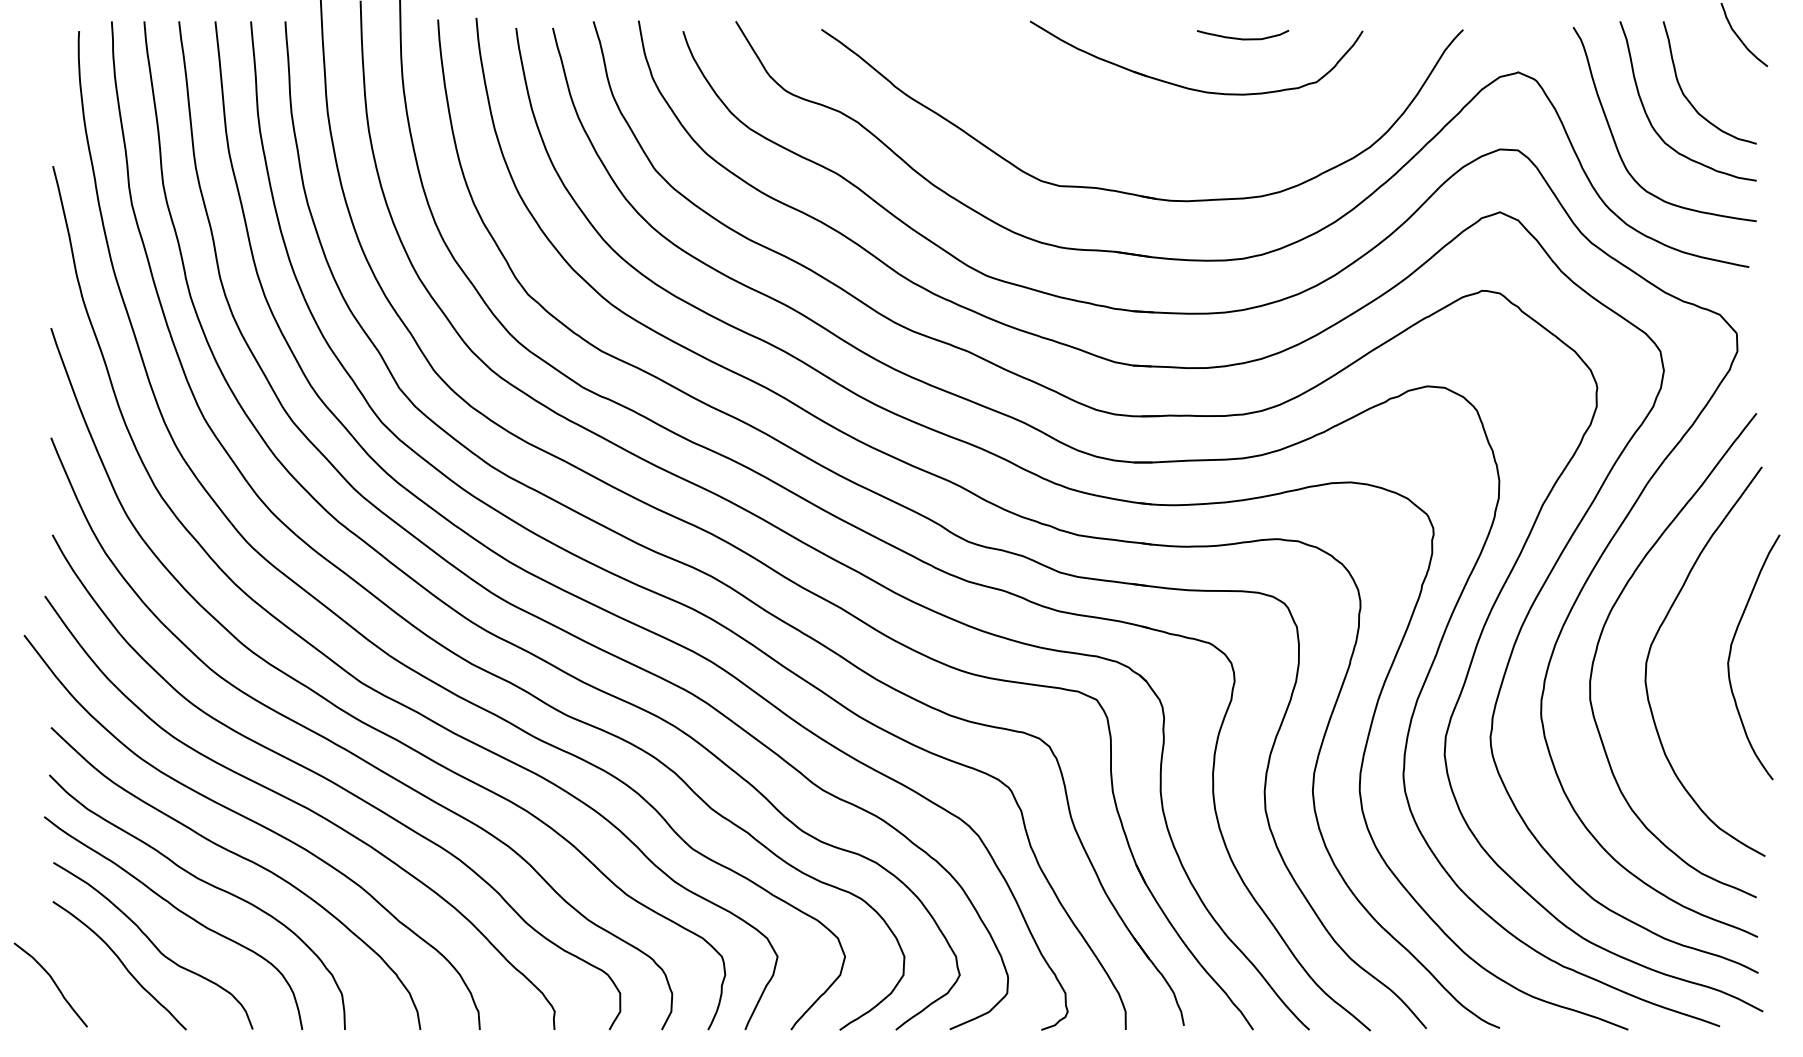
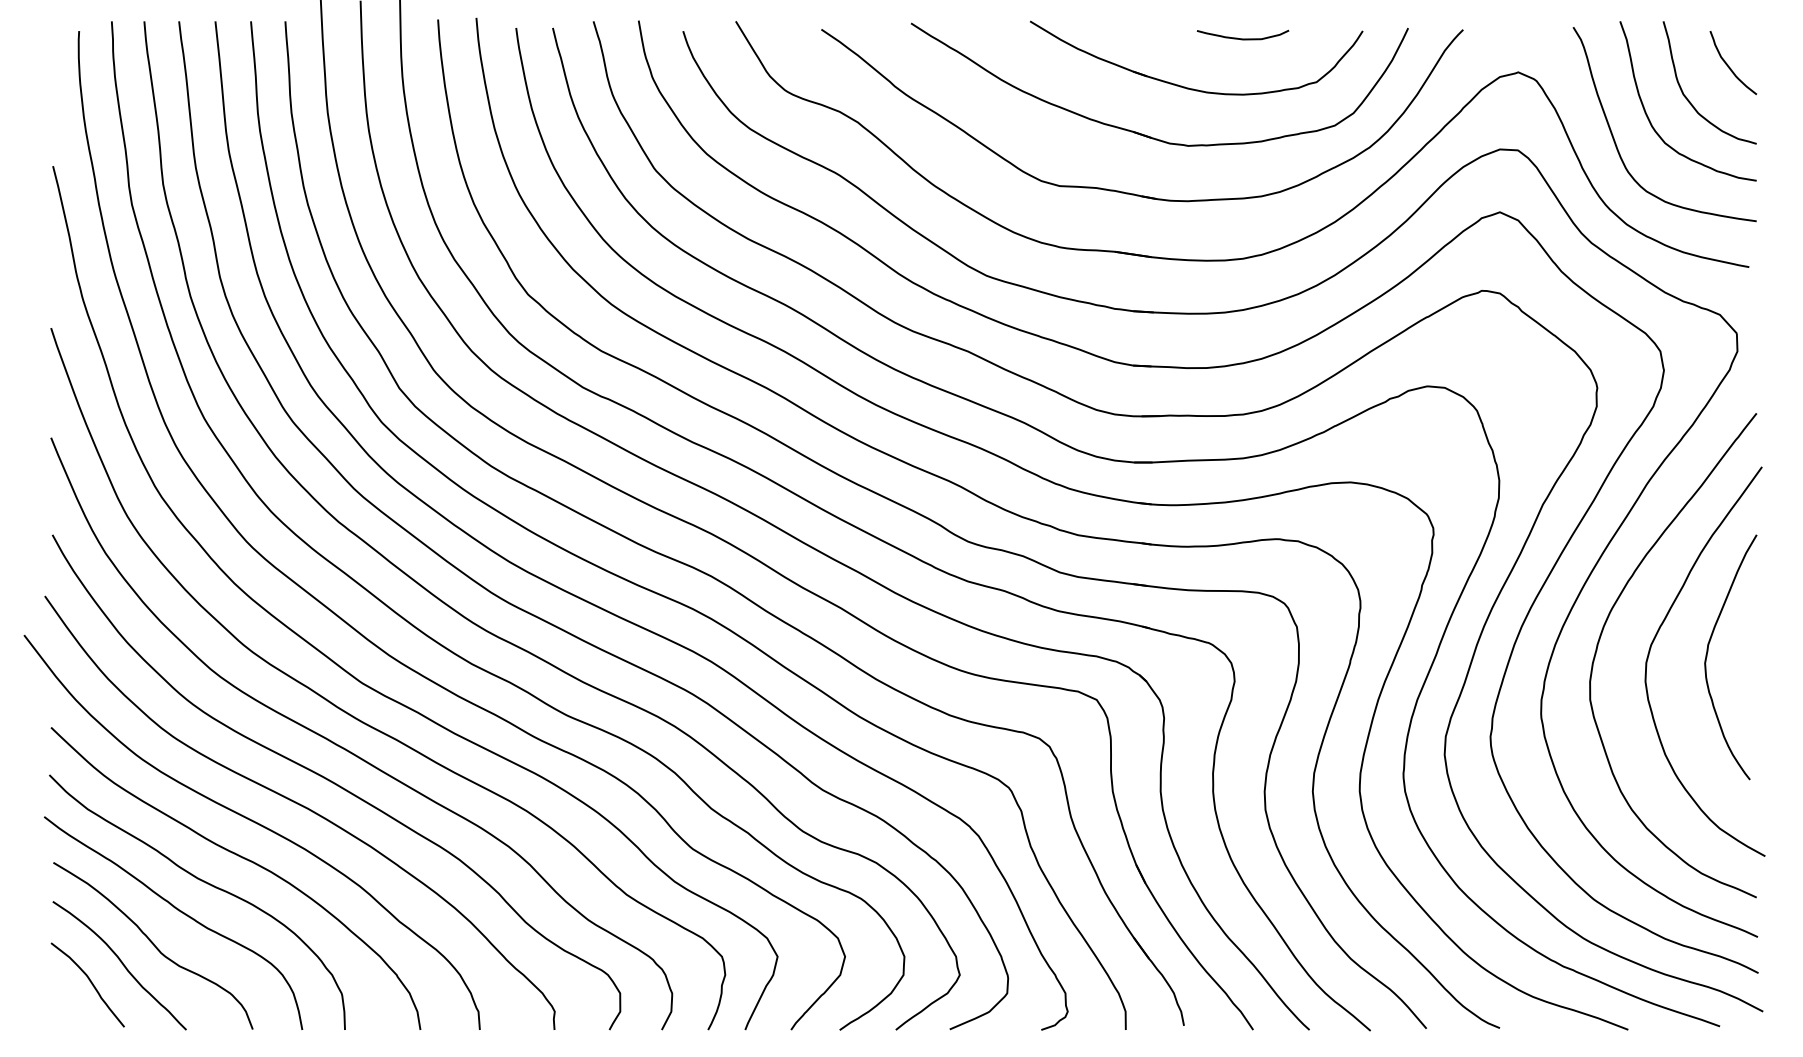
curve at (1739, 36) position: (1739, 36) -> (1728, 64)
part at (1142, 133): none -> present
curve at (1731, 652) position: (1731, 652) -> (1708, 652)
curve at (52, 981) position: (52, 981) -> (89, 981)
